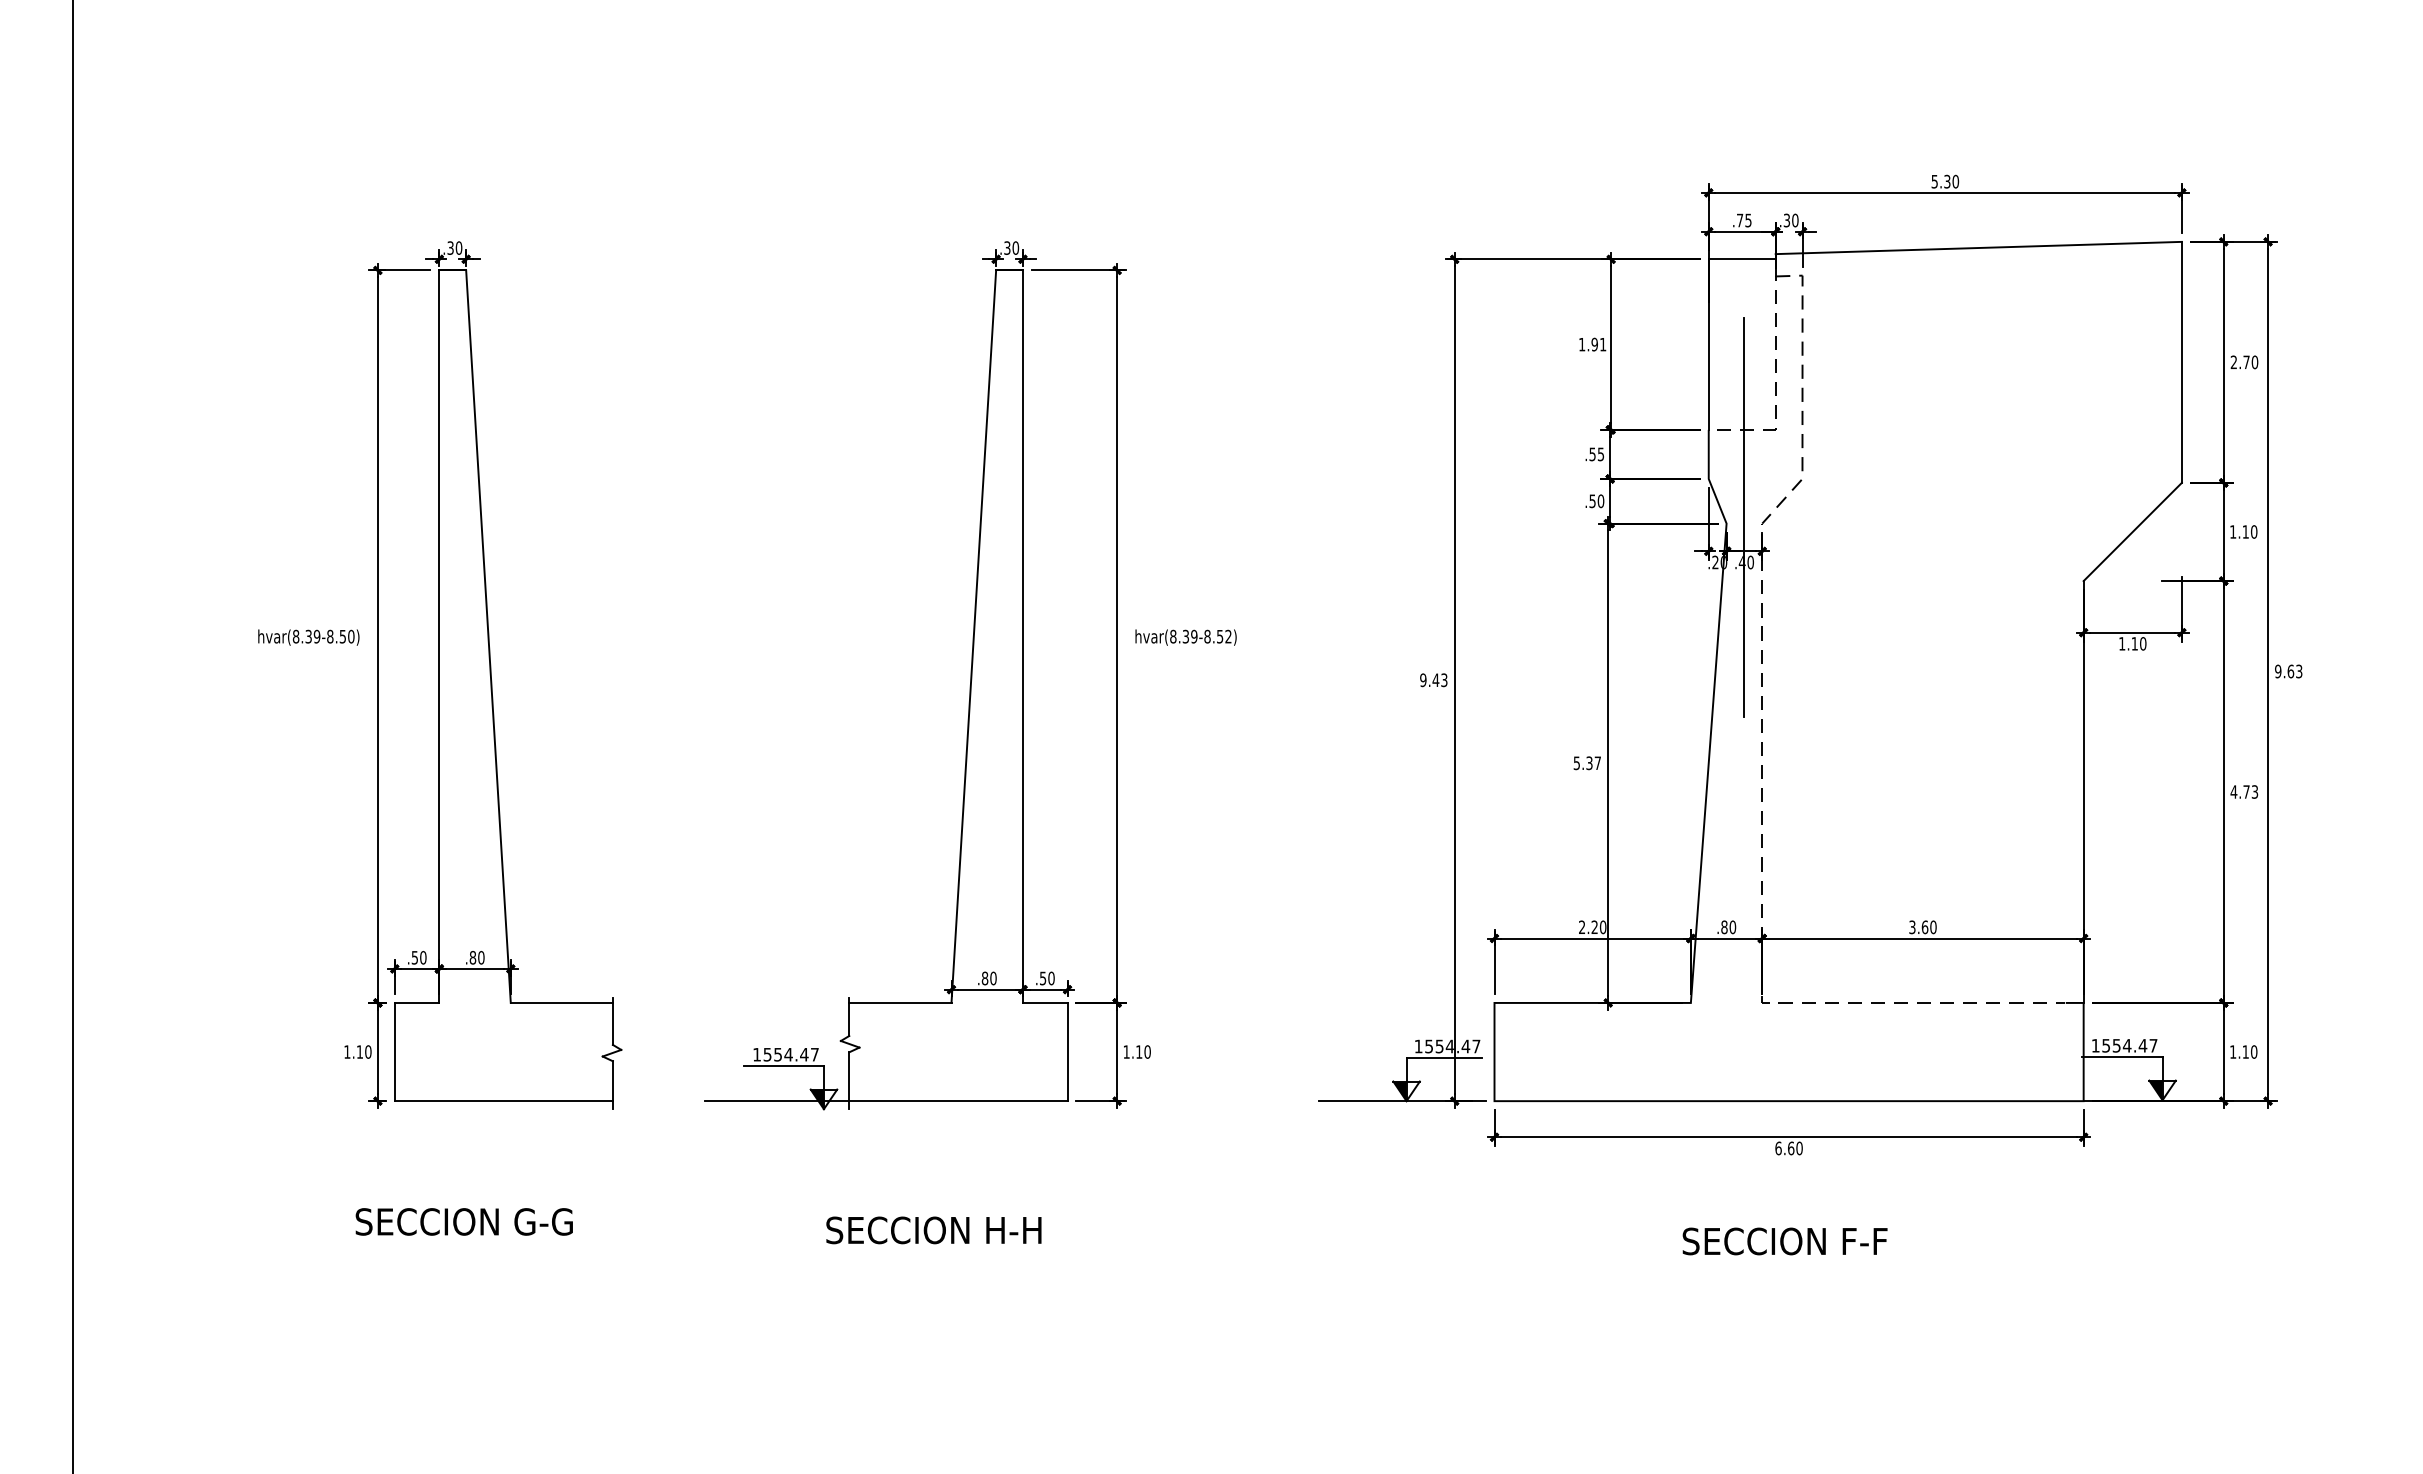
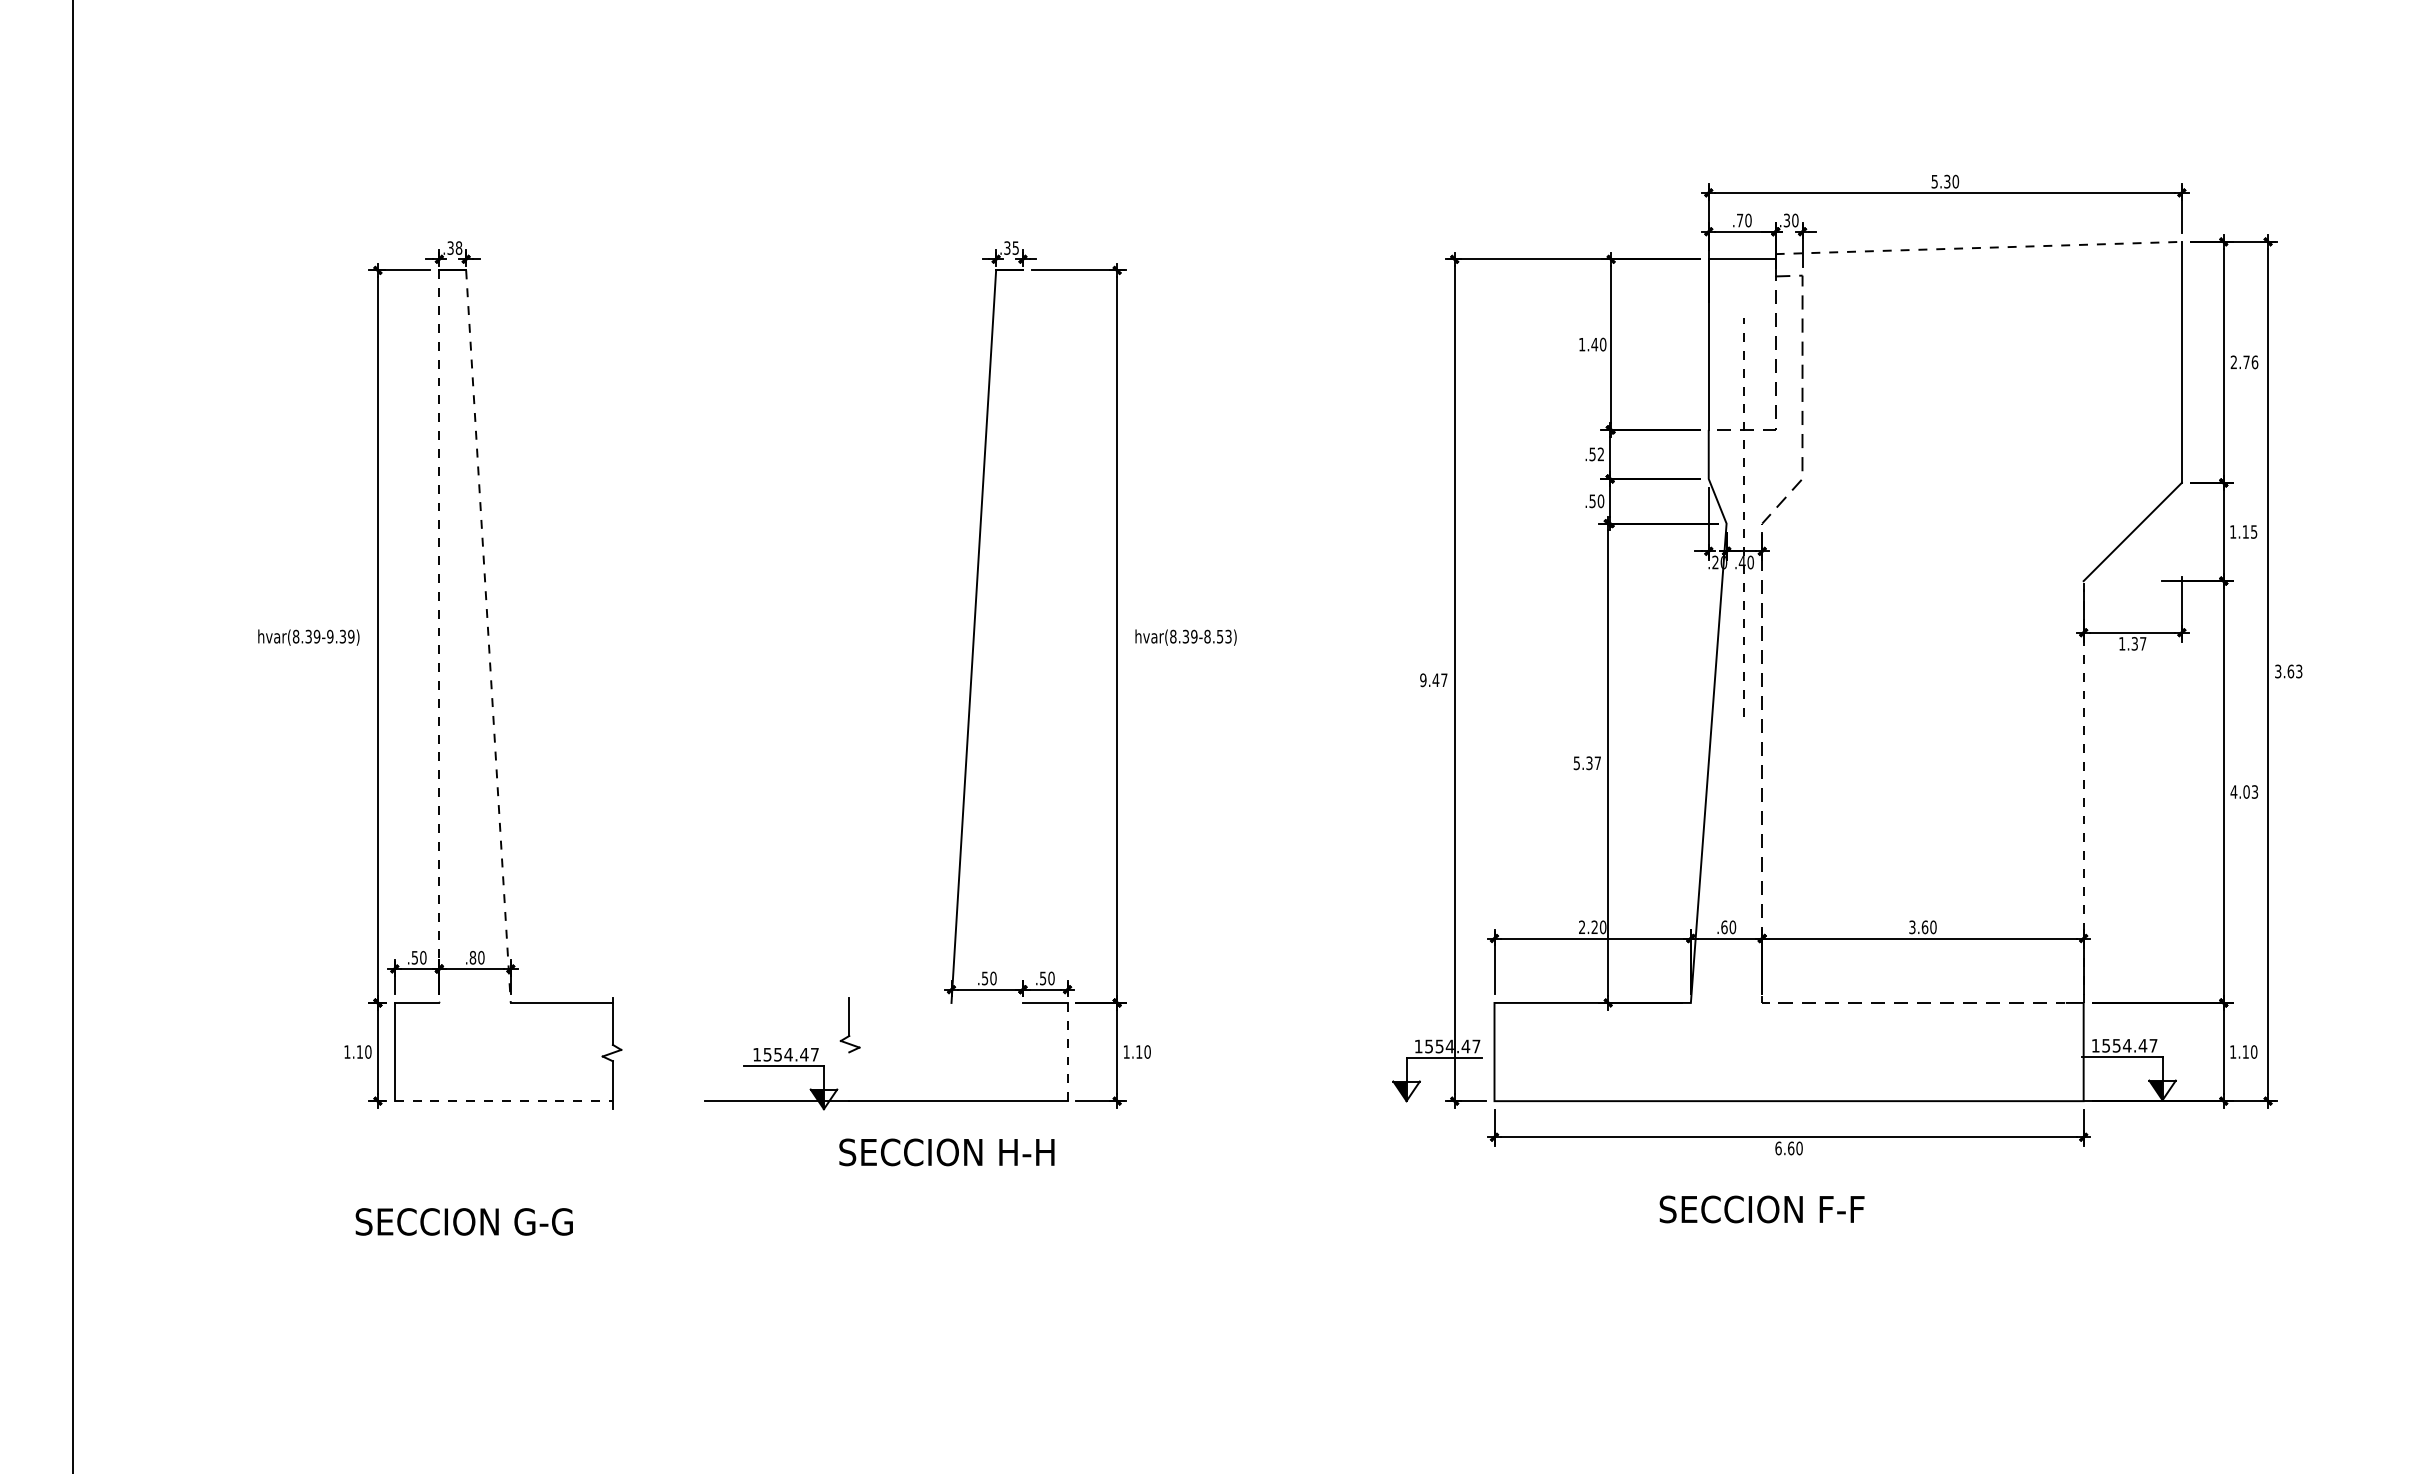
text at (1748, 220): .75 -> .70
text at (458, 247): .30 -> .38
text at (1015, 247): .30 -> .35
line at (1979, 247): solid -> dashed
text at (1598, 344): 1.91 -> 1.40
text at (2254, 361): 2.70 -> 2.76
text at (1600, 454): .55 -> .52
line at (1744, 517): solid -> dashed
text at (2254, 531): 1.10 -> 1.15
text at (340, 636): hvar(8.39-8.50) -> hvar(8.39-9.39)
line at (488, 636): solid -> dashed
line at (1022, 636): present -> none
text at (1228, 636): hvar(8.39-8.52) -> hvar(8.39-8.53)
line at (439, 637): solid -> dashed
text at (2138, 643): 1.10 -> 1.37
text at (2278, 671): 9.63 -> 3.63
text at (1444, 680): 9.43 -> 9.47
text at (2246, 791): 4.73 -> 4.03
line at (2083, 792): solid -> dashed
text at (1724, 926): .80 -> .60
text at (984, 978): .80 -> .50
line at (900, 1002): present -> none
line at (1067, 1052): solid -> dashed
line at (849, 1080): present -> none
line at (504, 1101): solid -> dashed
line at (1395, 1101): present -> none
text at (933, 1230) position: (933, 1230) -> (946, 1152)
text at (1784, 1241) position: (1784, 1241) -> (1761, 1209)
